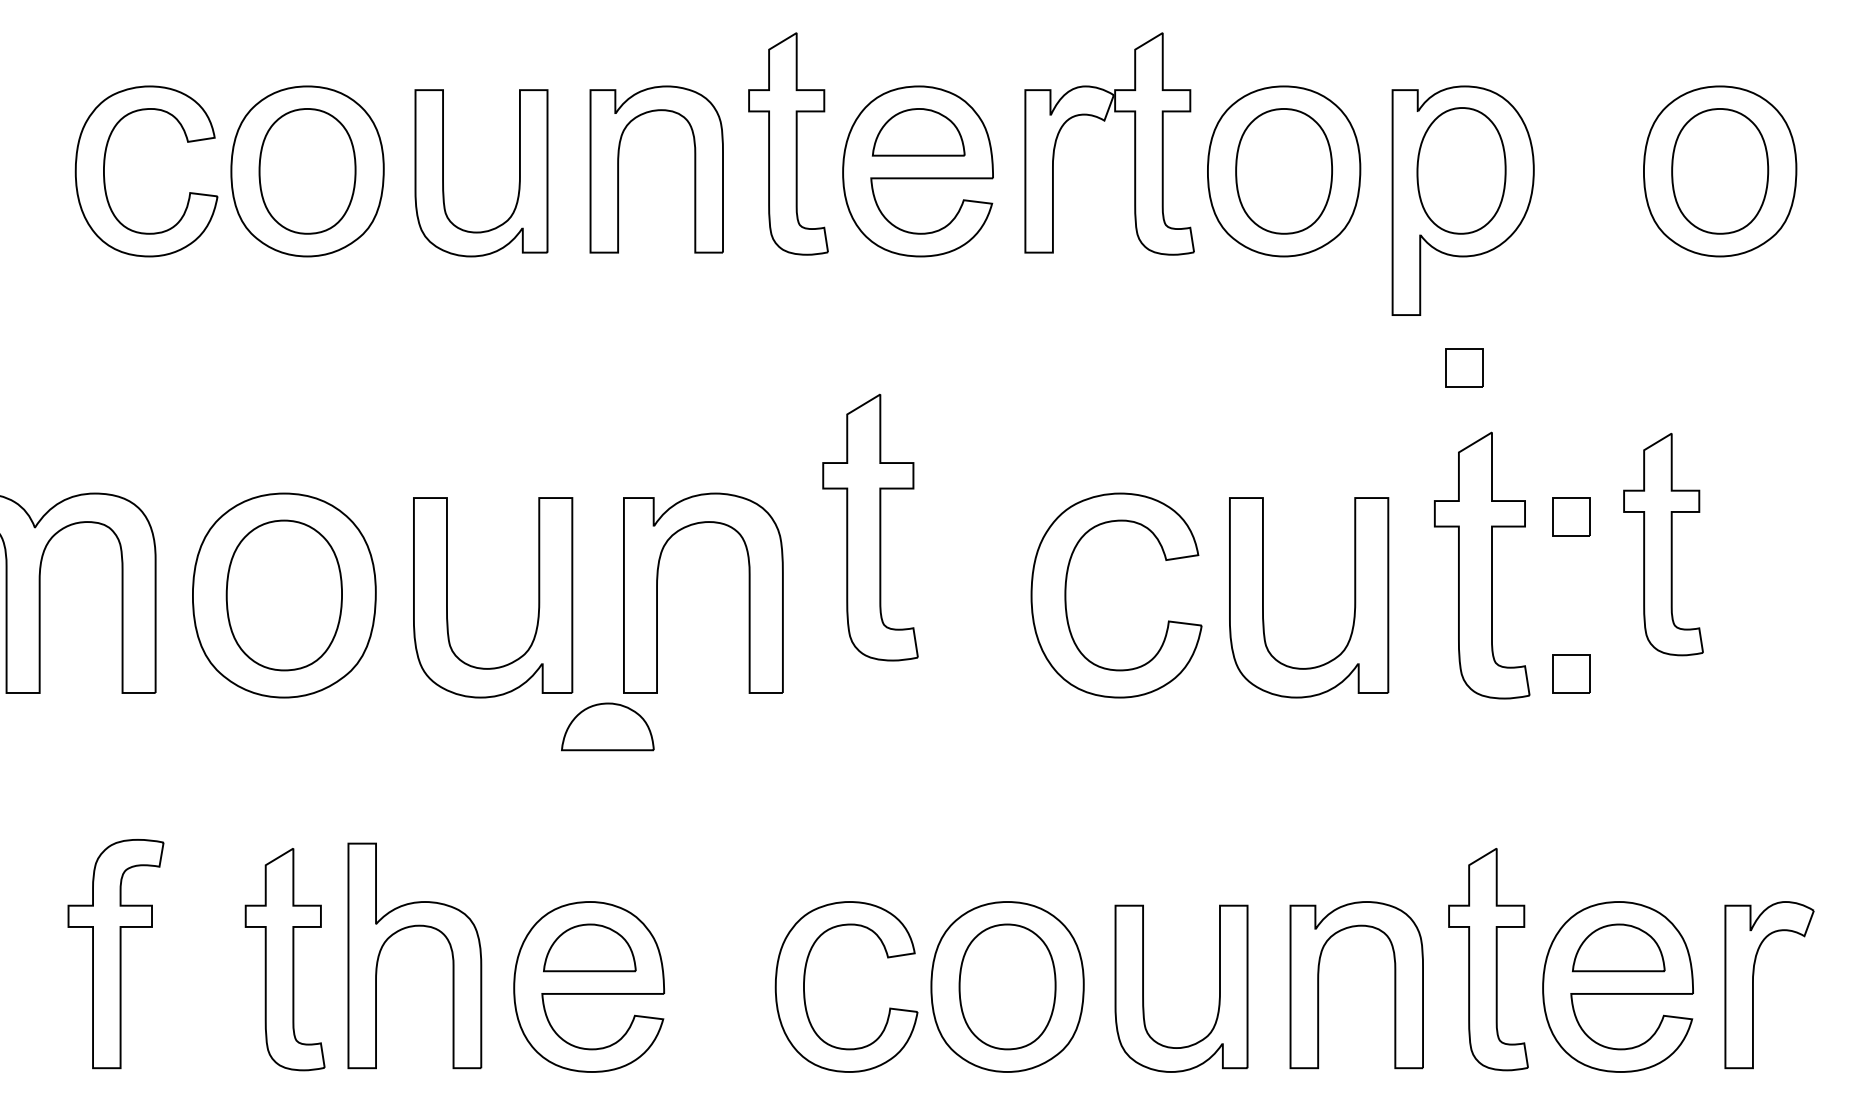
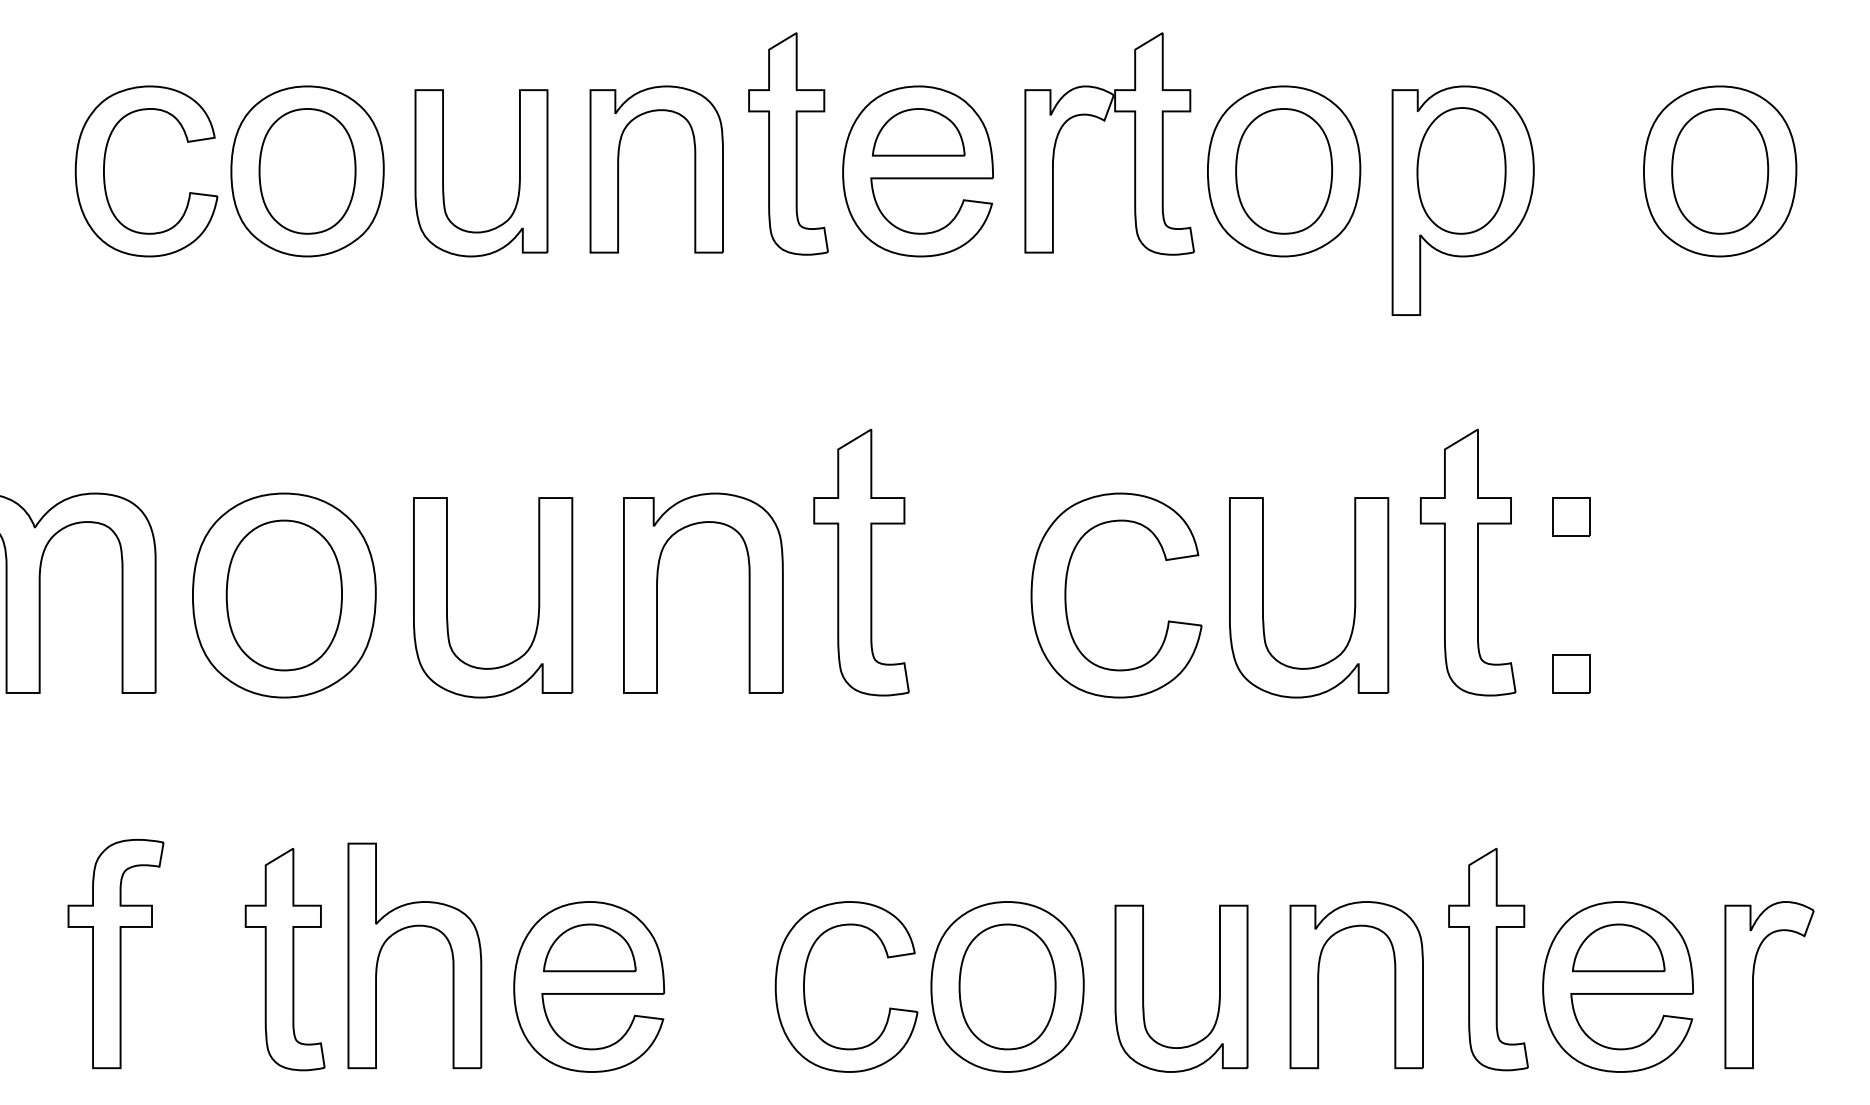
part at (1464, 367): present -> none
part at (870, 527) position: (870, 527) -> (861, 562)
part at (1663, 544): present -> none
part at (1482, 565) position: (1482, 565) -> (1468, 562)
part at (607, 726): present -> none
